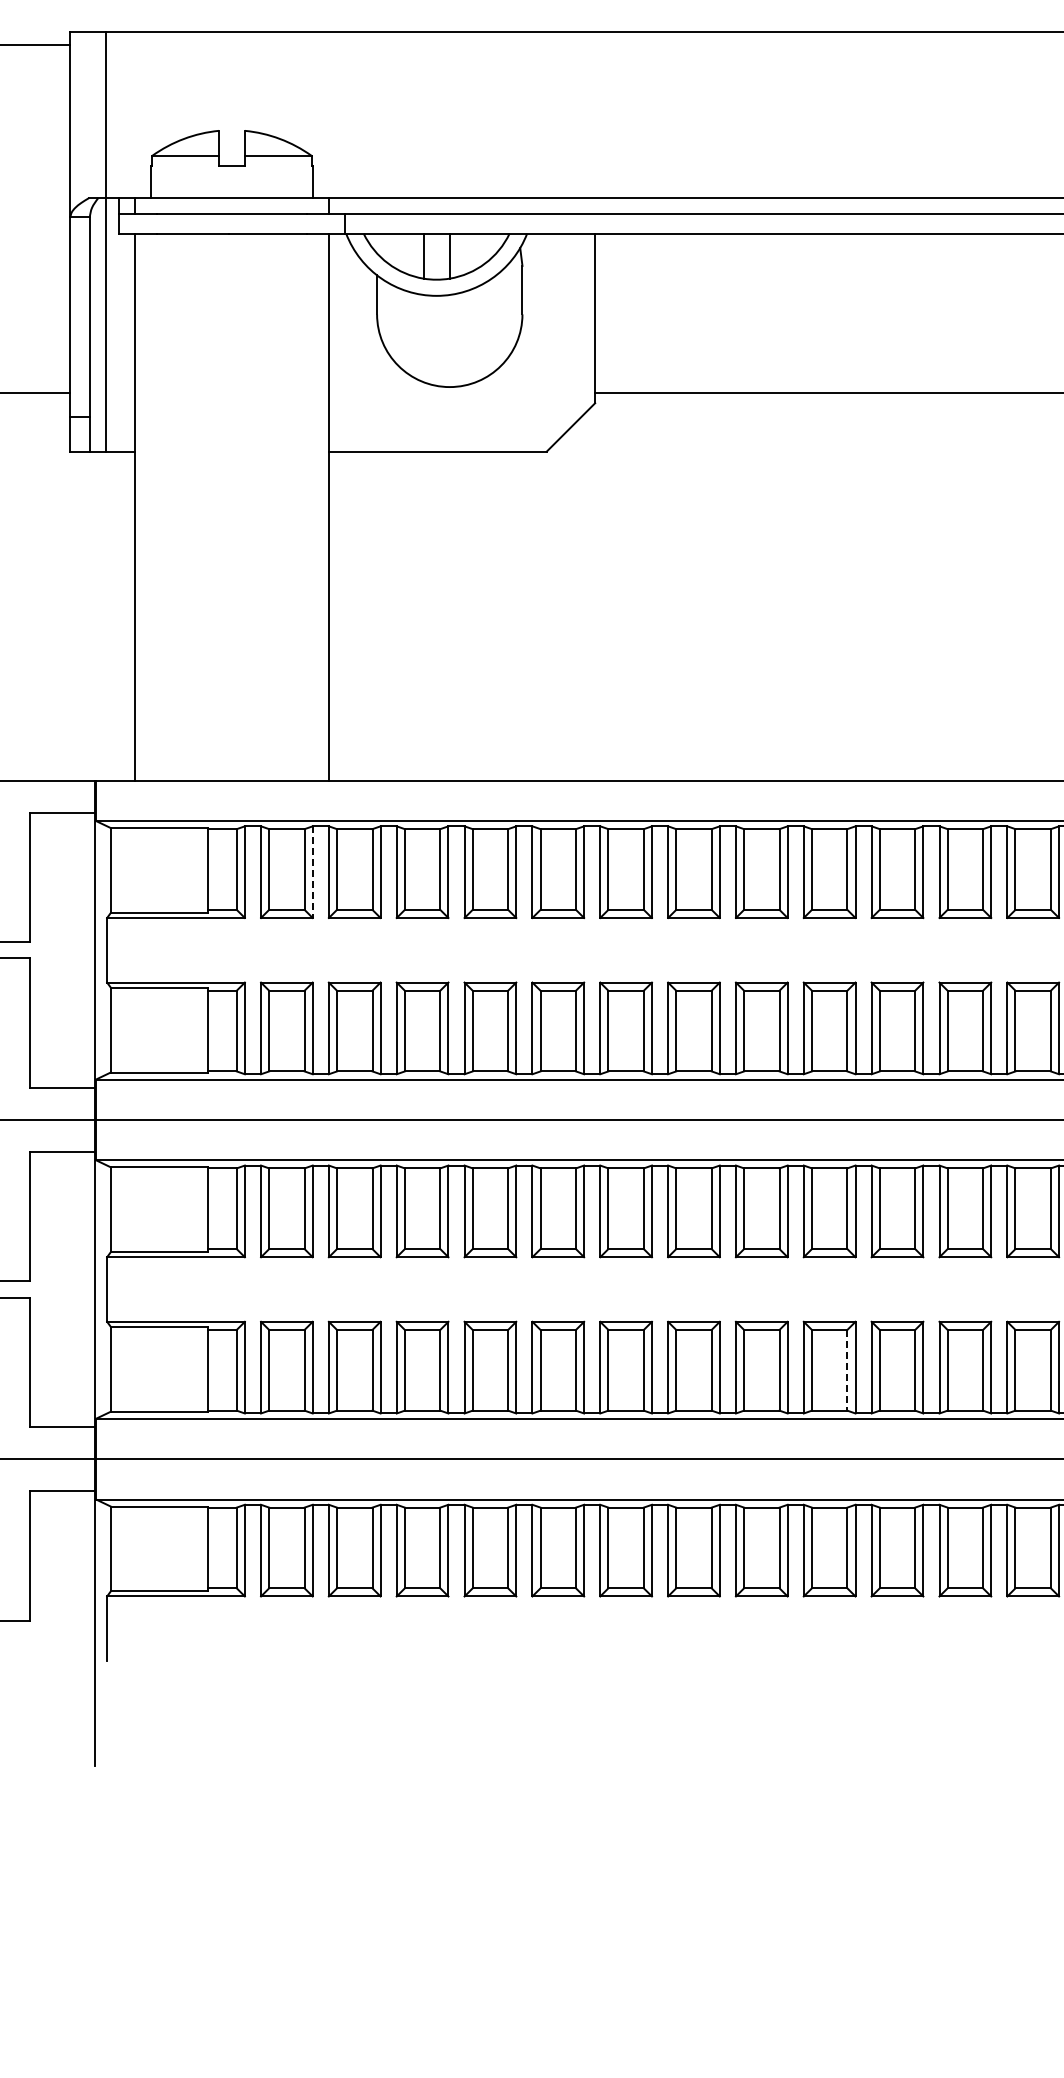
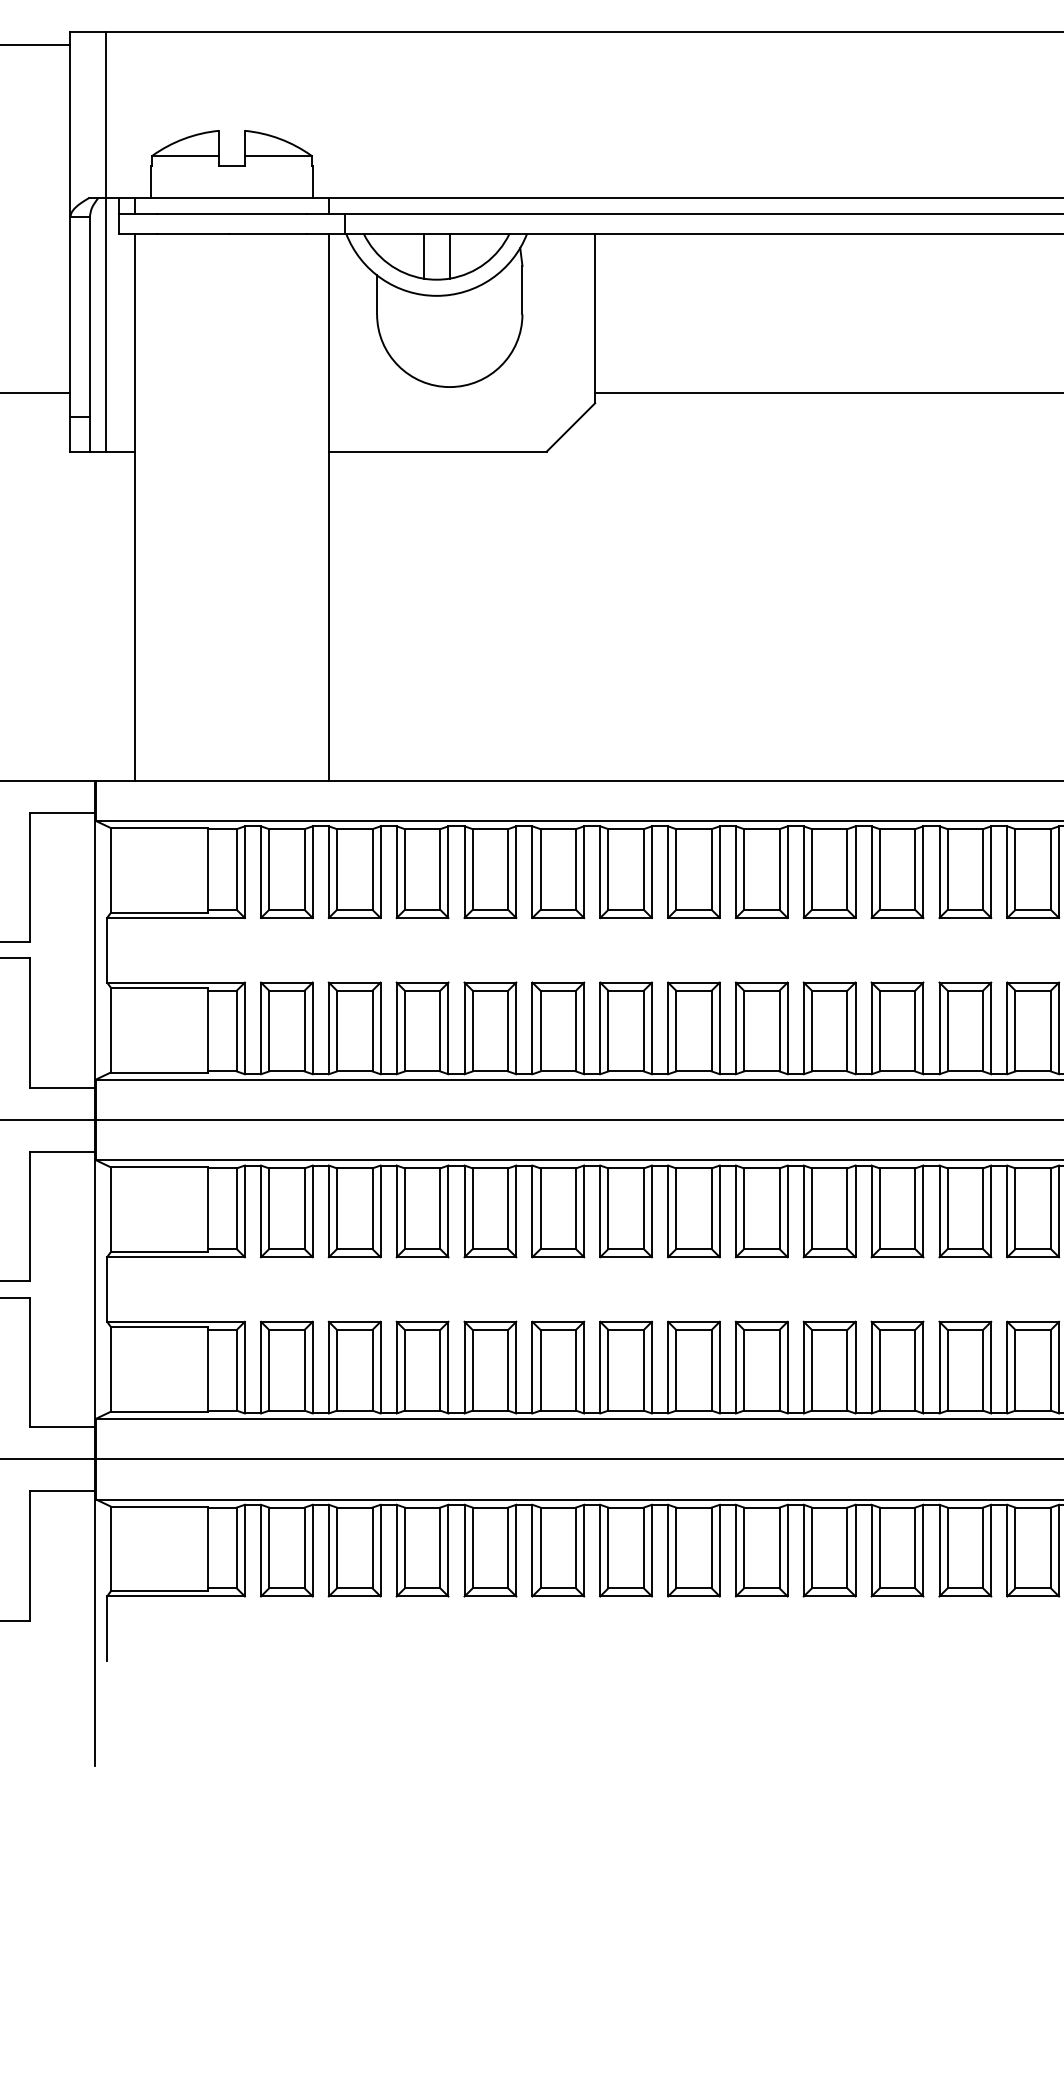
line at (312, 872): dashed -> solid
line at (847, 1370): dashed -> solid
